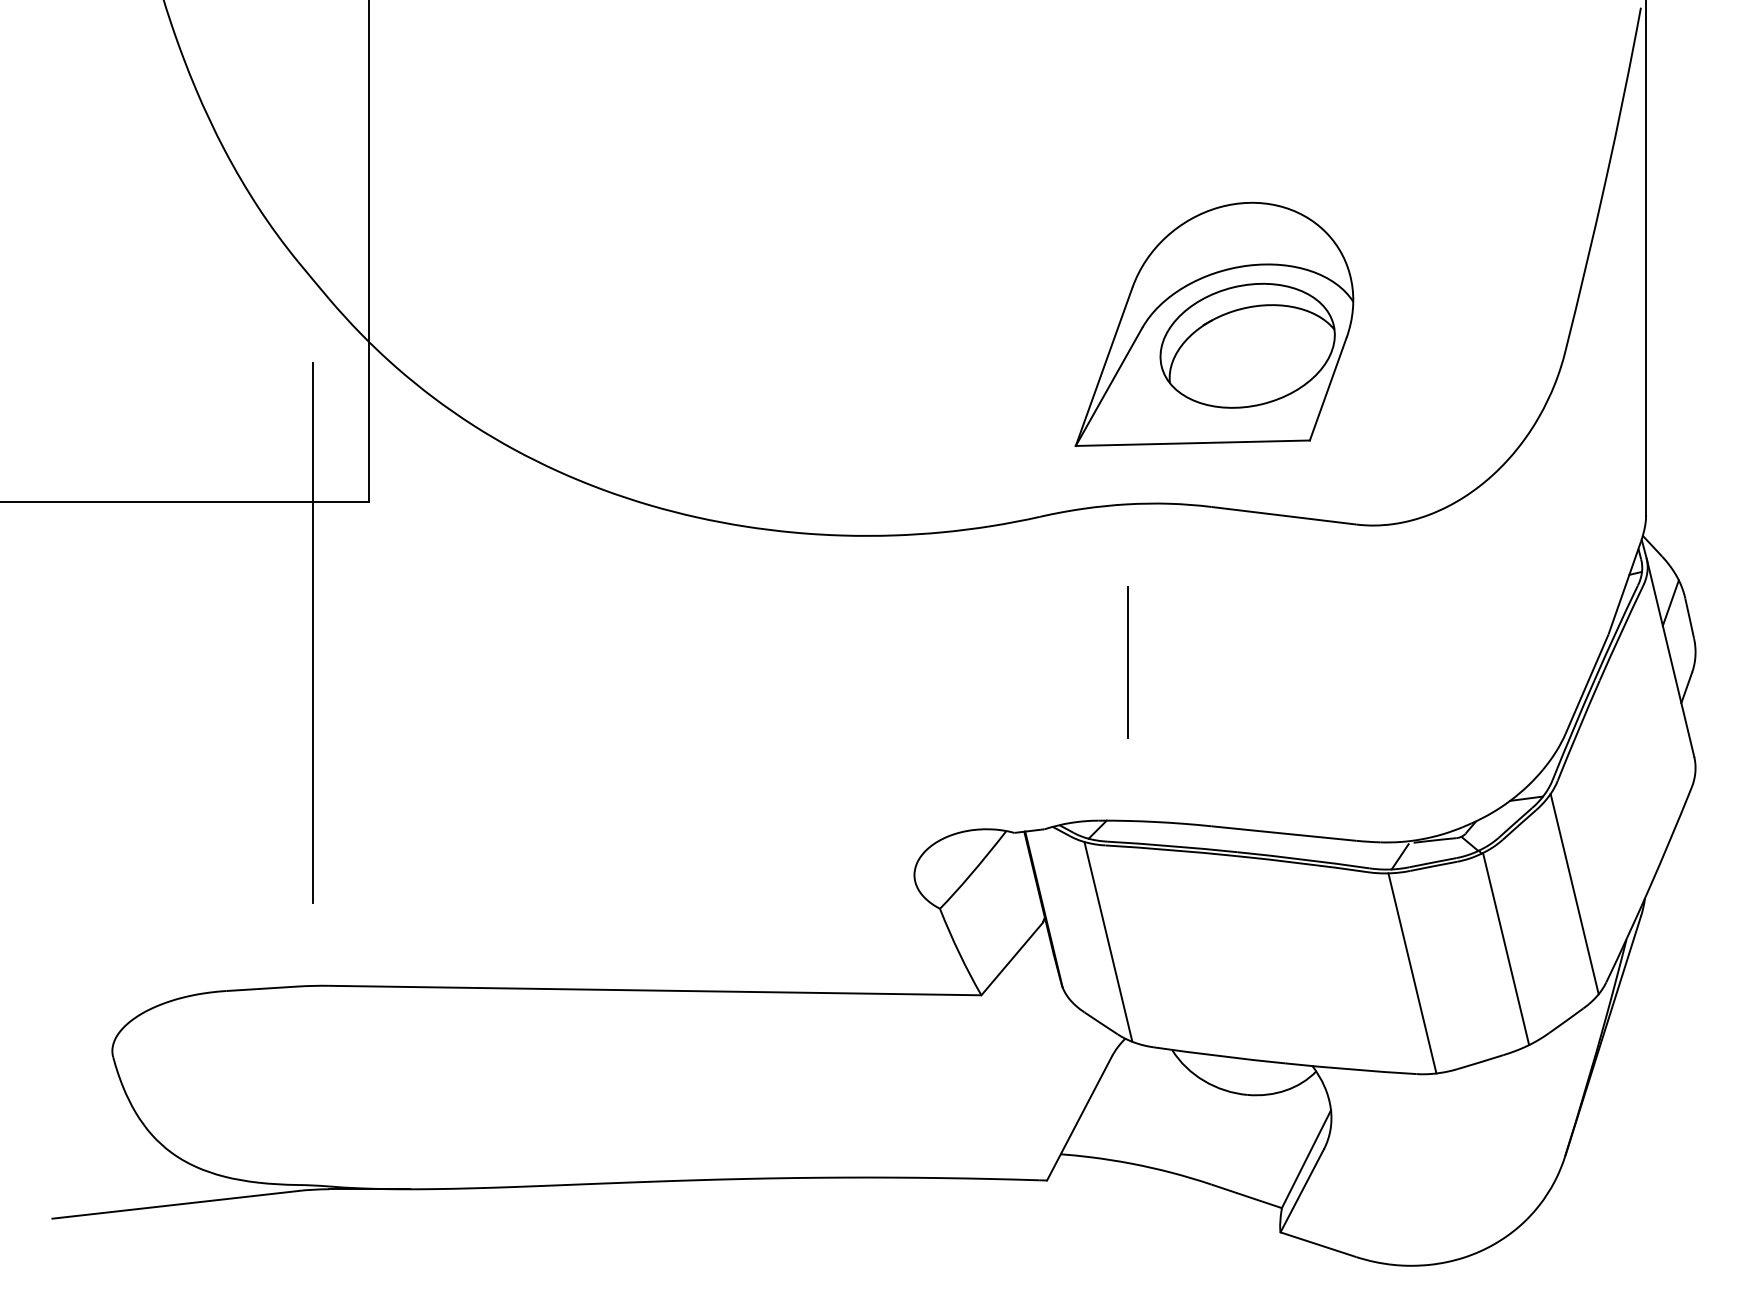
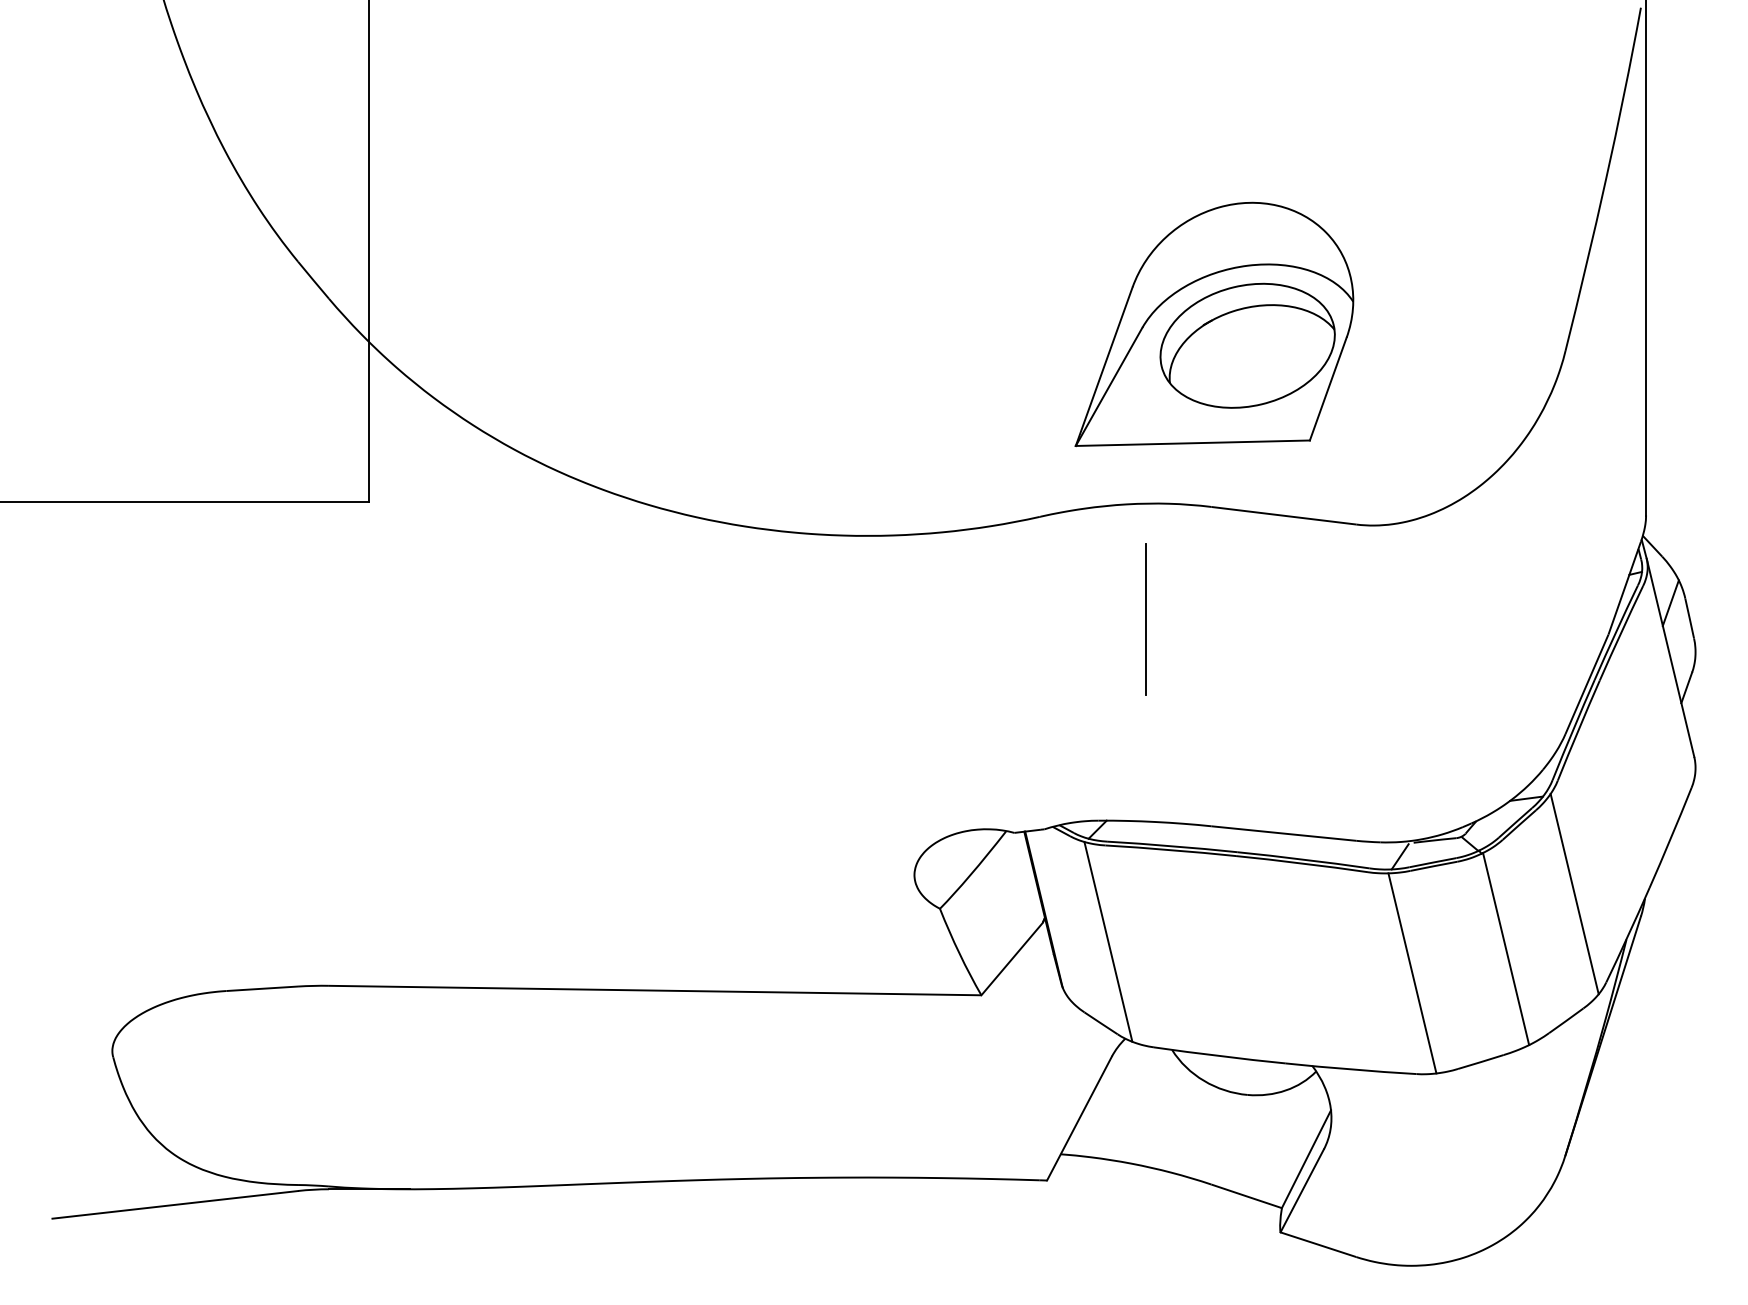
line at (313, 632): present -> none
line at (1127, 662) position: (1127, 662) -> (1145, 619)
